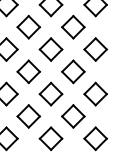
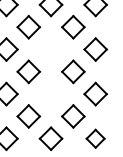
part at (50, 49): present -> none
part at (50, 93): present -> none
part at (95, 138) size: 25x26 px -> 21x21 px
